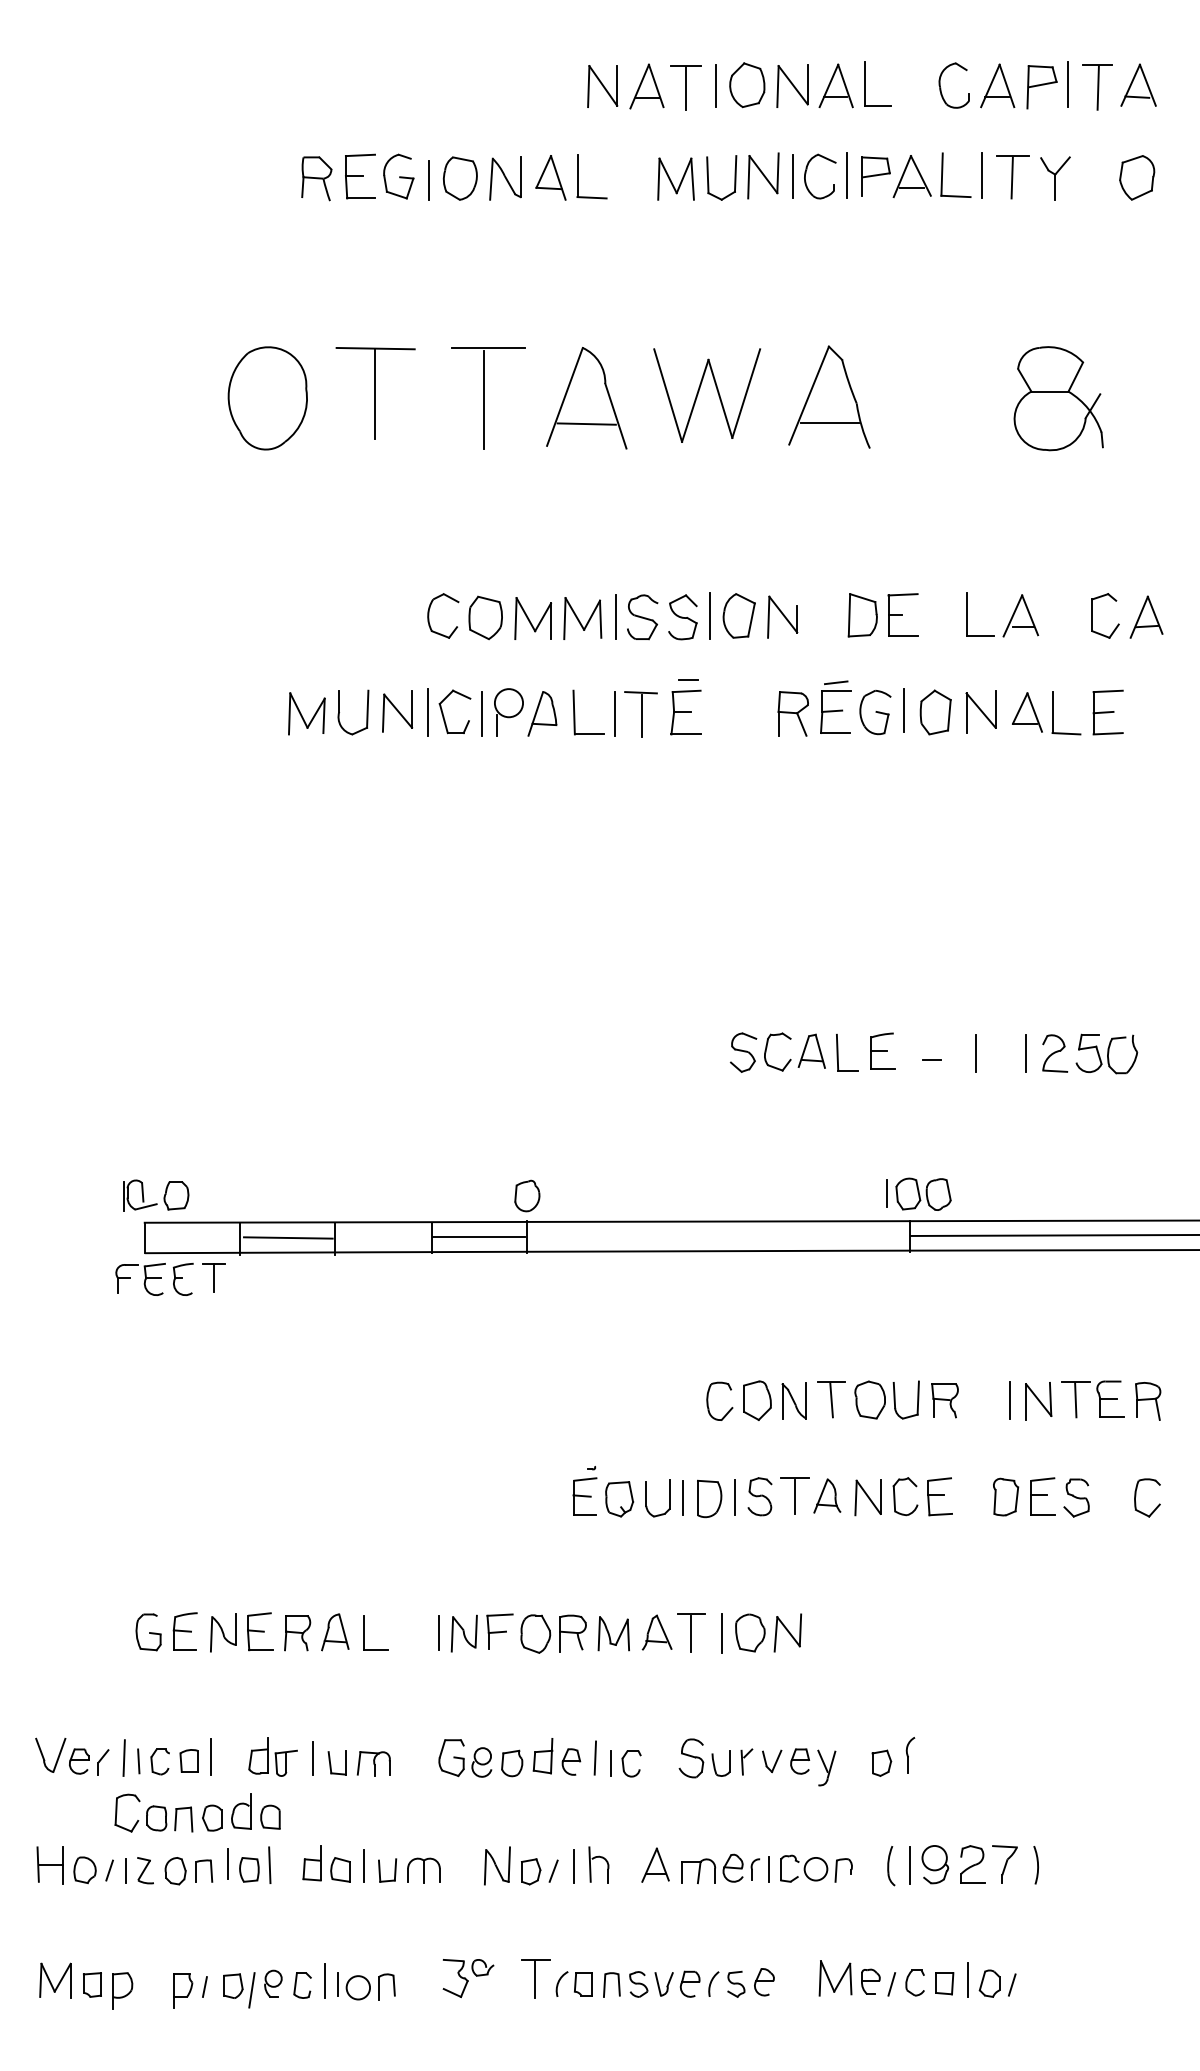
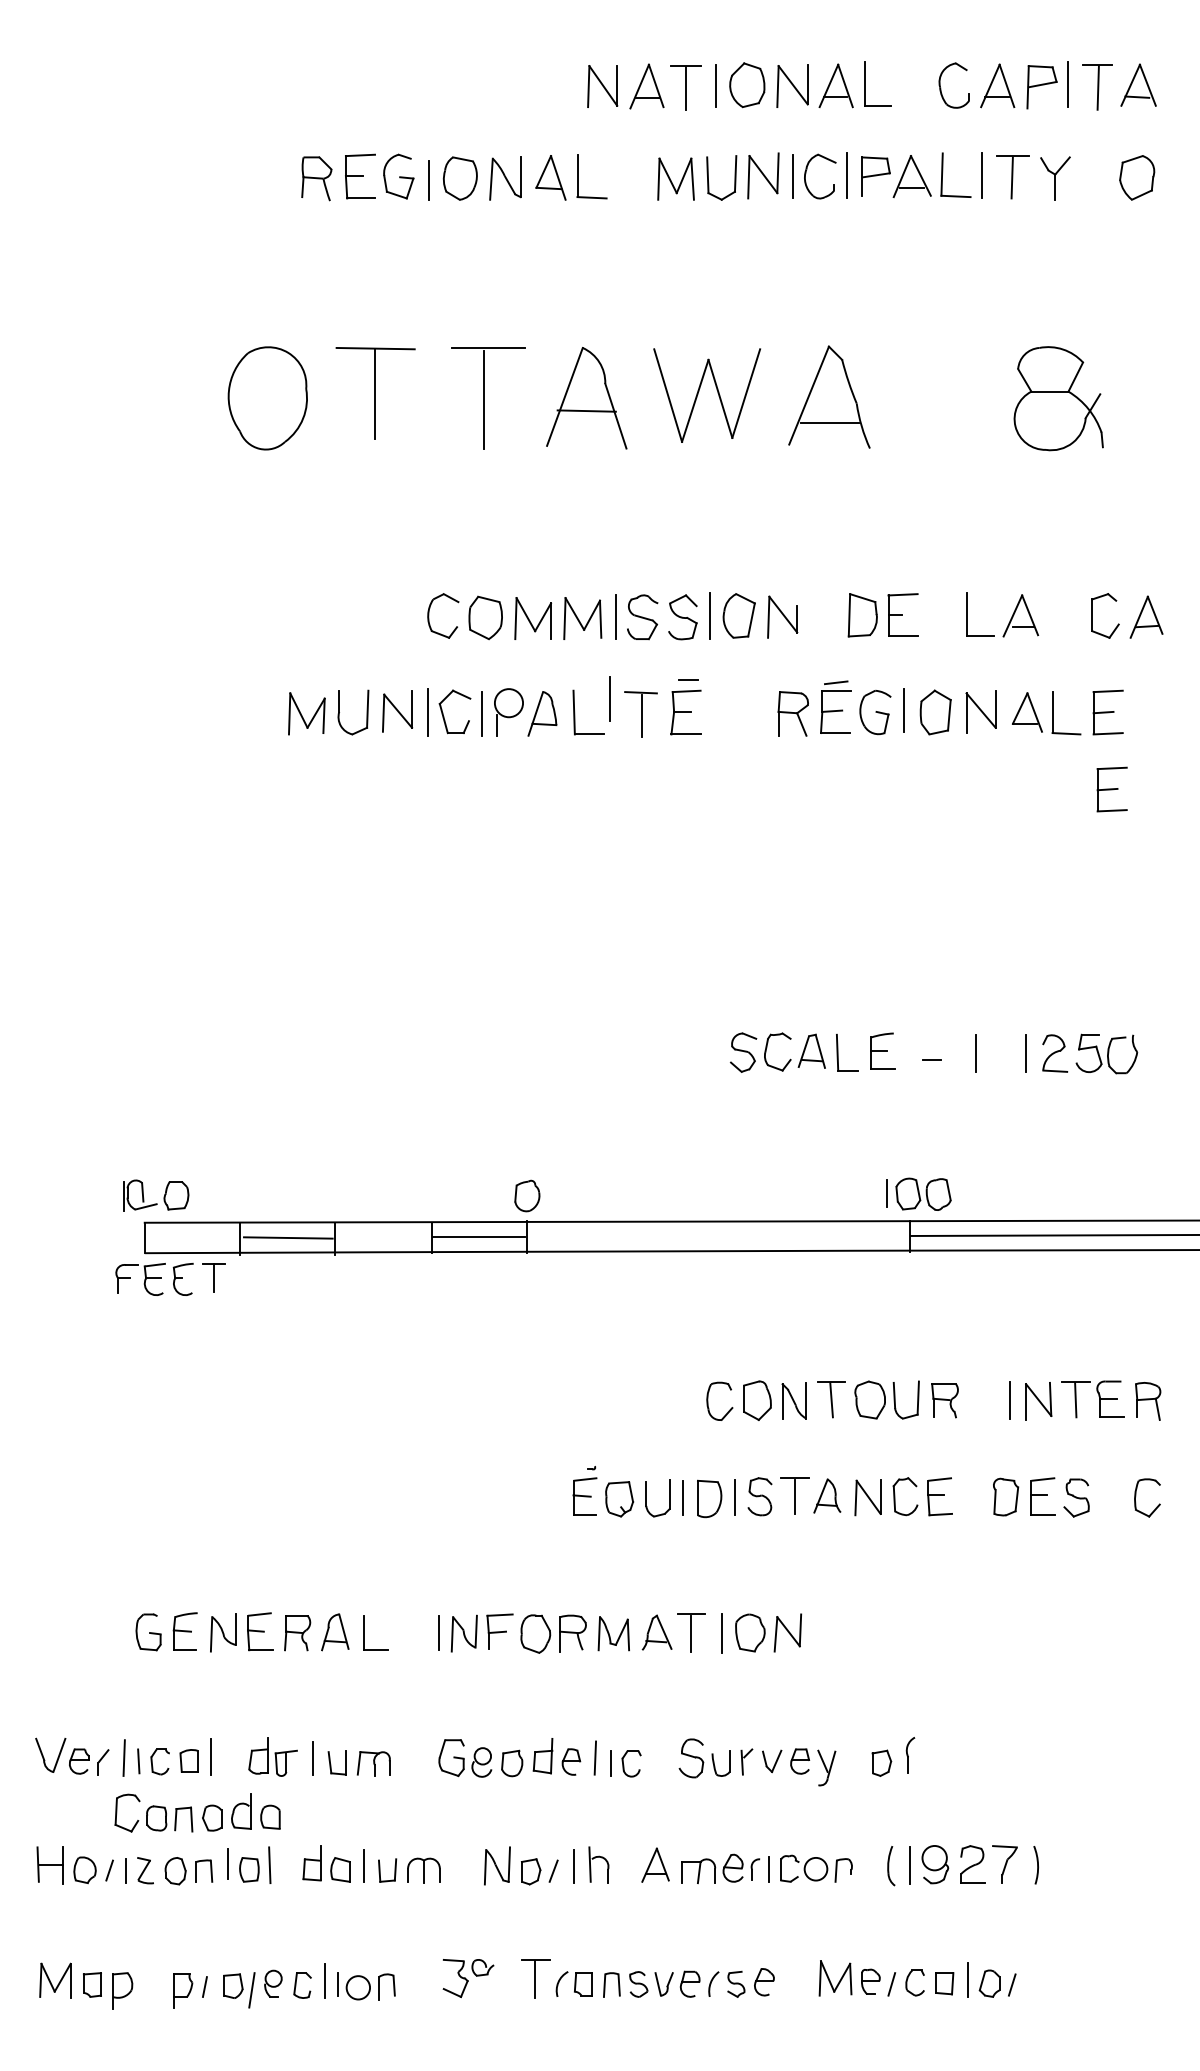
line at (586, 423) position: (586, 423) -> (586, 410)
line at (614, 713) position: (614, 713) -> (609, 698)
part at (1111, 789): none -> present
